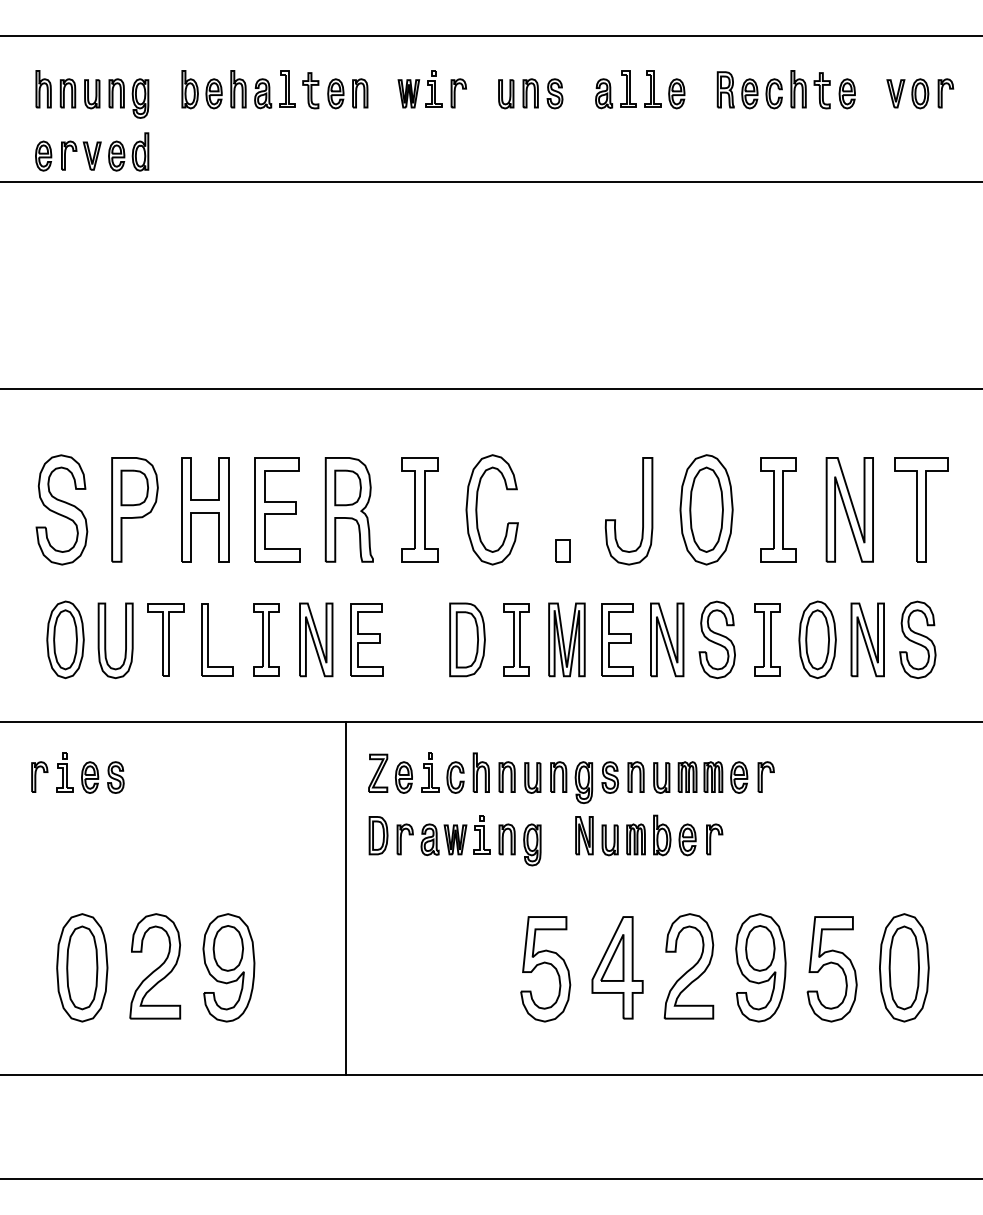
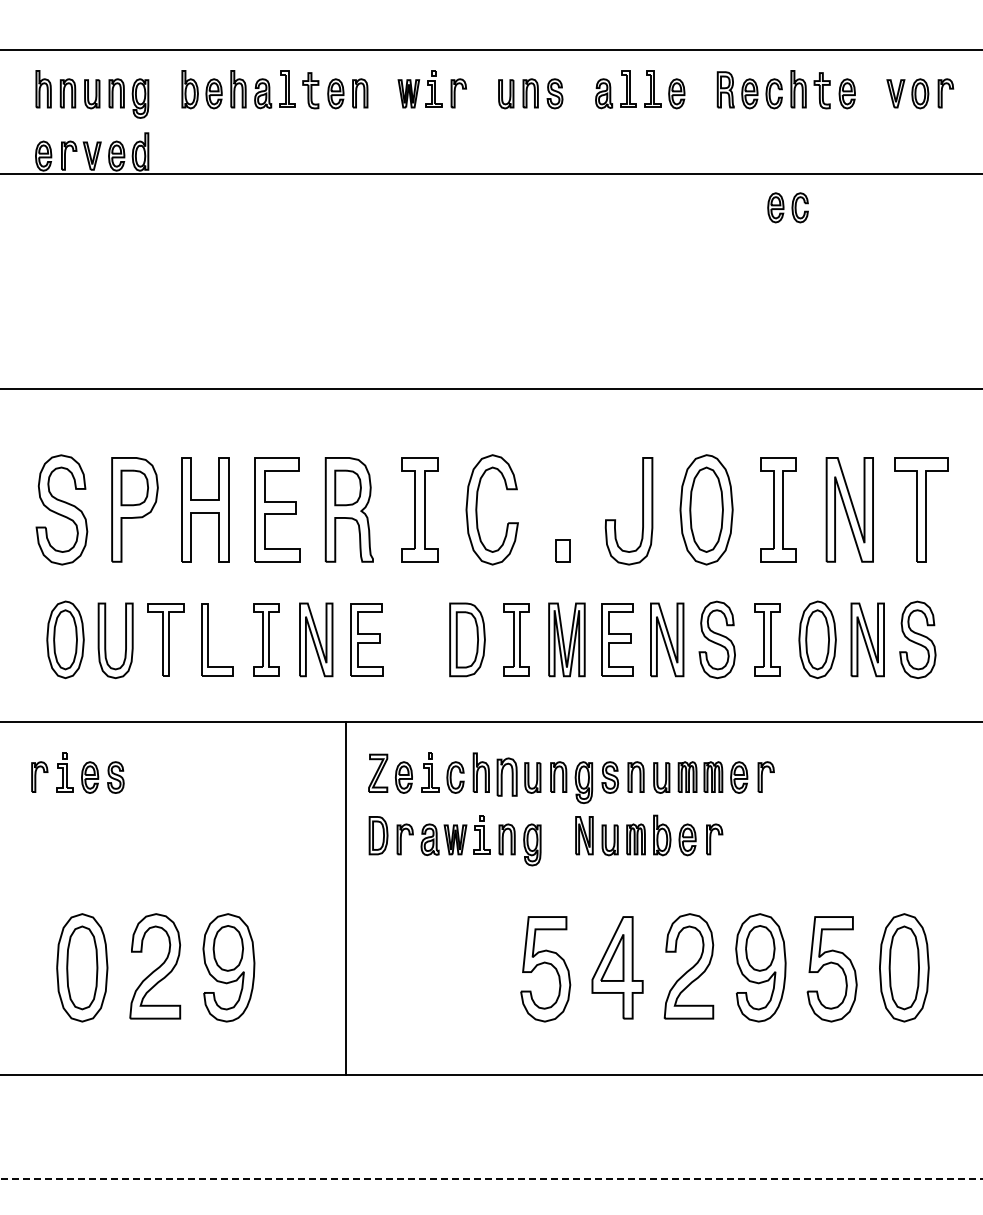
line at (490, 36) position: (490, 36) -> (490, 50)
line at (490, 181) position: (490, 181) -> (490, 173)
part at (787, 207): none -> present
part at (506, 776) size: 18x32 px -> 22x40 px
line at (491, 1178): solid -> dashed
